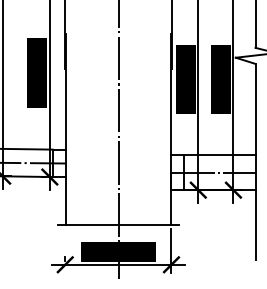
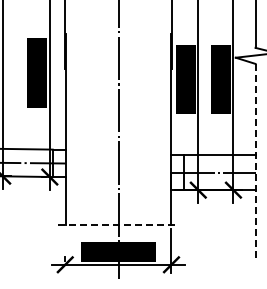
line at (255, 161): solid -> dashed
line at (118, 224): solid -> dashed
